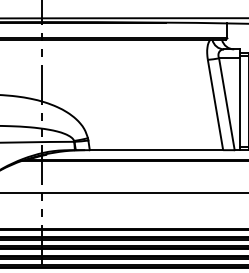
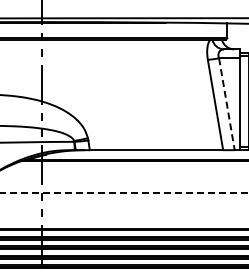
line at (226, 104): solid -> dashed
line at (124, 193): solid -> dashed
